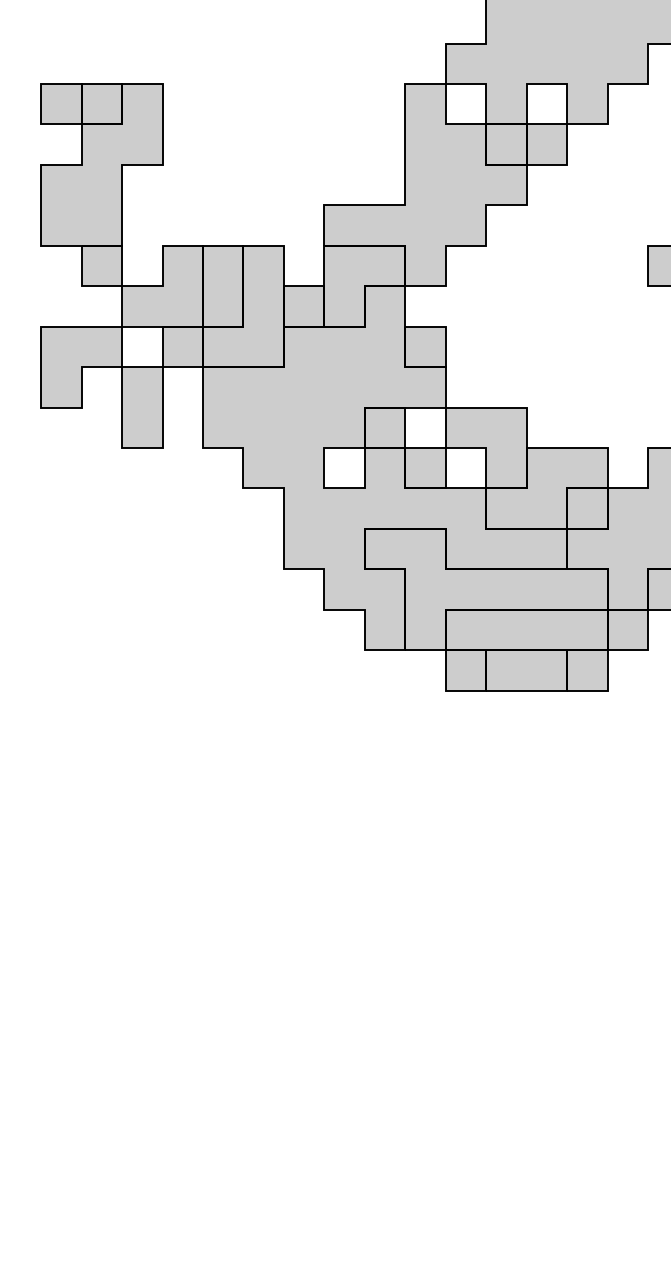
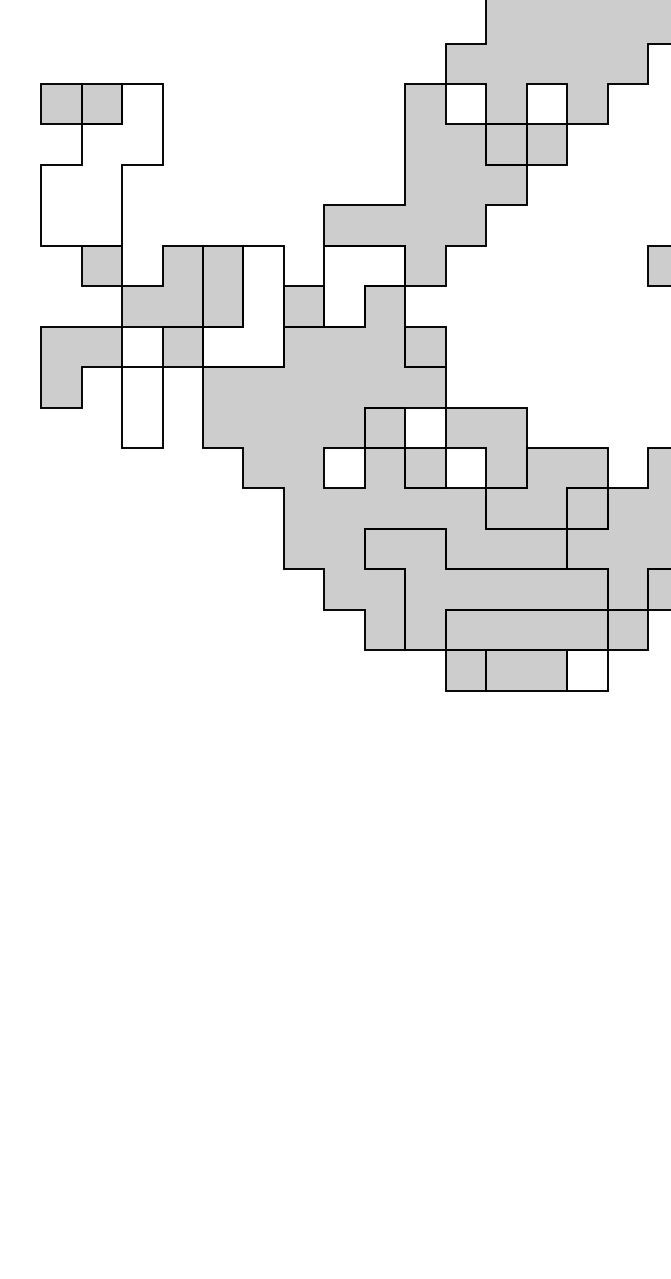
fill at (101, 164): present -> none
fill at (364, 285): present -> none
fill at (243, 306): present -> none
fill at (142, 407): present -> none
fill at (587, 670): present -> none
